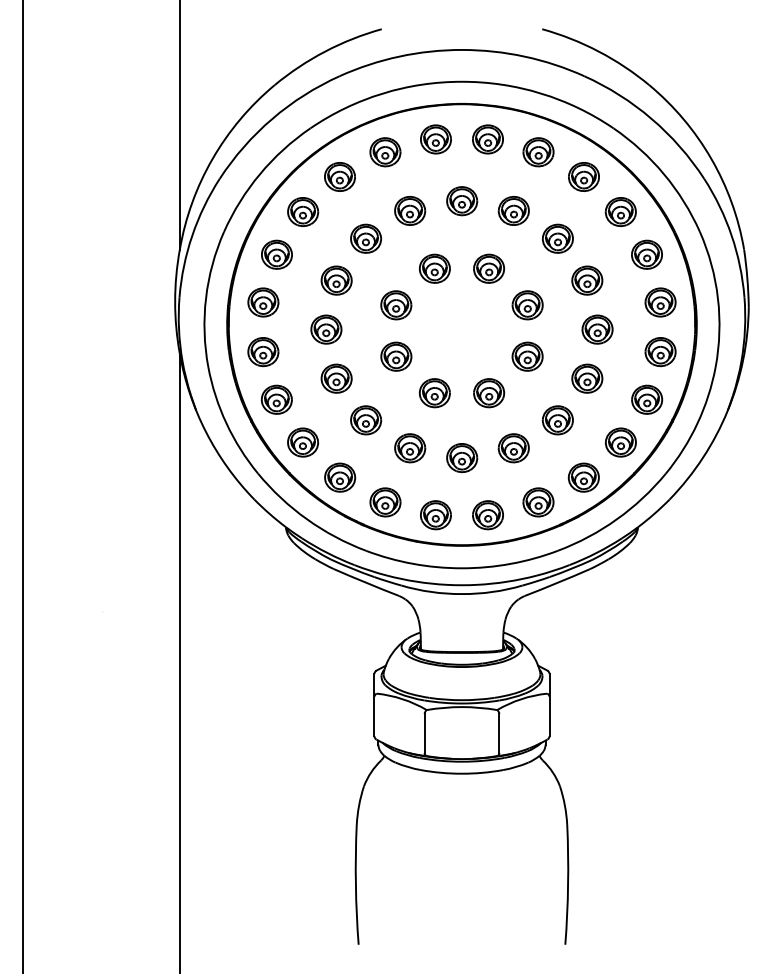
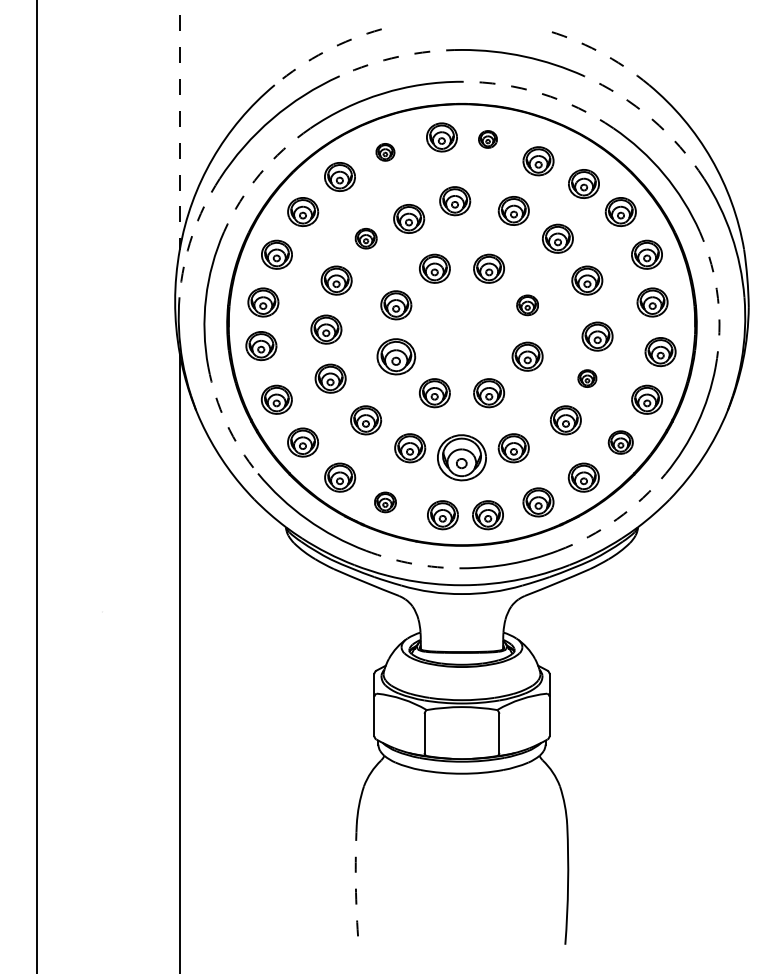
arc at (325, 51): solid -> dashed
arc at (598, 51): solid -> dashed
arc at (399, 56): solid -> dashed
arc at (541, 93): solid -> dashed
arc at (651, 118): solid -> dashed
line at (179, 125): solid -> dashed
part at (435, 139) position: (435, 139) -> (441, 137)
part at (487, 139) size: 32x31 px -> 20x19 px
part at (385, 152) size: 33x31 px -> 21x19 px
part at (538, 152) position: (538, 152) -> (538, 161)
arc at (260, 174): solid -> dashed
part at (583, 176) position: (583, 176) -> (583, 183)
part at (462, 201) position: (462, 201) -> (455, 201)
part at (410, 210) position: (410, 210) -> (409, 218)
arc at (192, 235): solid -> dashed
part at (366, 238) size: 33x31 px -> 24x22 px
arc at (717, 298): solid -> dashed
part at (660, 302) position: (660, 302) -> (652, 302)
part at (527, 305) size: 33x31 px -> 23x23 px
part at (597, 329) position: (597, 329) -> (597, 336)
part at (263, 352) position: (263, 352) -> (261, 346)
part at (396, 356) size: 33x31 px -> 41x38 px
part at (336, 378) position: (336, 378) -> (330, 378)
part at (587, 378) size: 33x31 px -> 21x19 px
part at (557, 420) position: (557, 420) -> (565, 420)
arc at (226, 423): solid -> dashed
part at (620, 442) size: 33x31 px -> 27x25 px
part at (462, 458) size: 33x31 px -> 50x48 px
line at (23, 486) position: (23, 486) -> (37, 486)
part at (385, 502) size: 33x31 px -> 23x23 px
part at (435, 515) position: (435, 515) -> (442, 515)
arc at (617, 519): solid -> dashed
arc at (413, 563): solid -> dashed
arc at (355, 884): solid -> dashed
